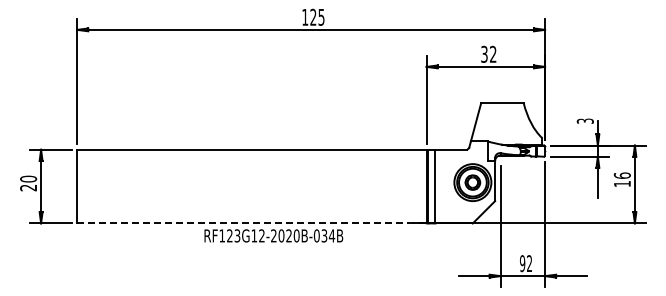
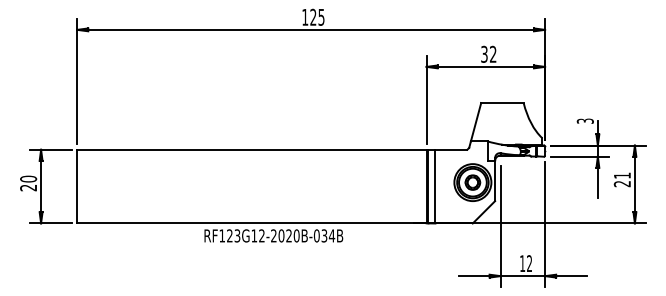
text at (621, 179): 16 -> 21
line at (251, 223): dashed -> solid
text at (522, 263): 92 -> 12
